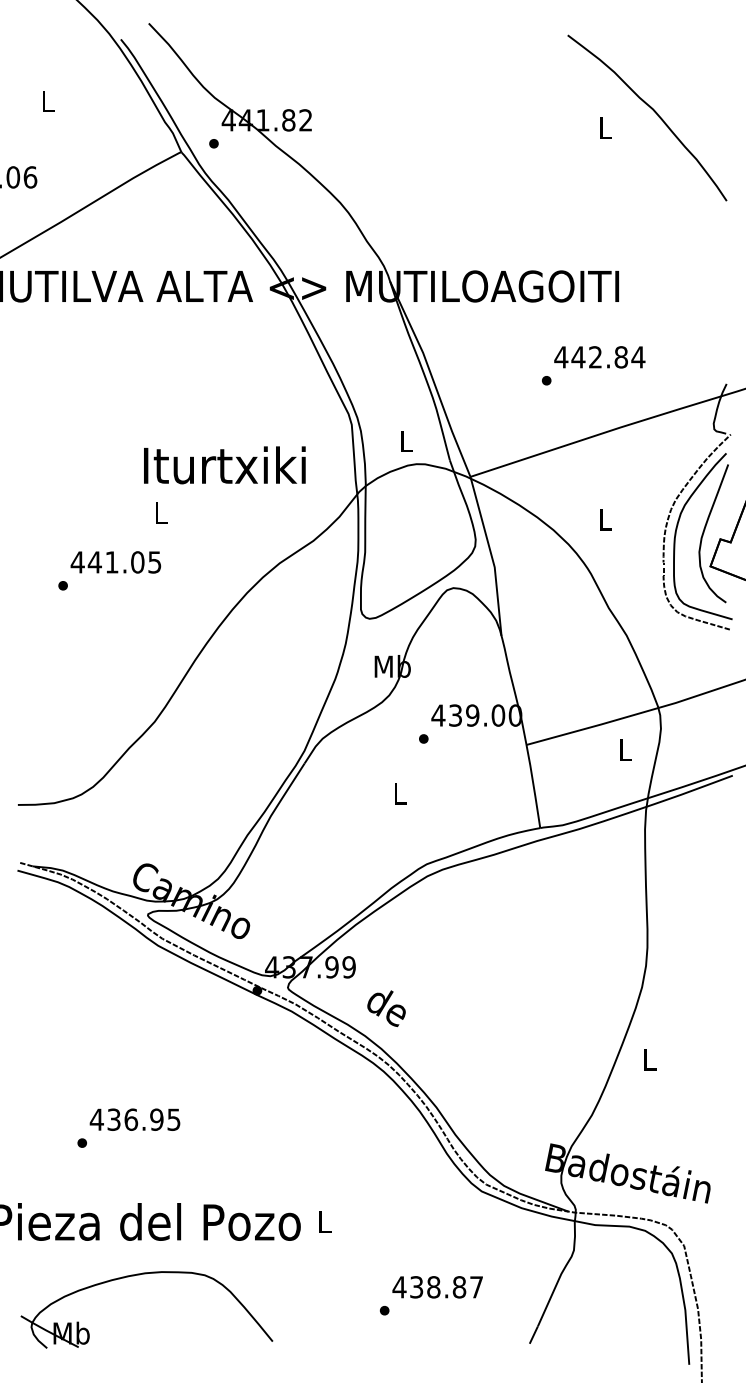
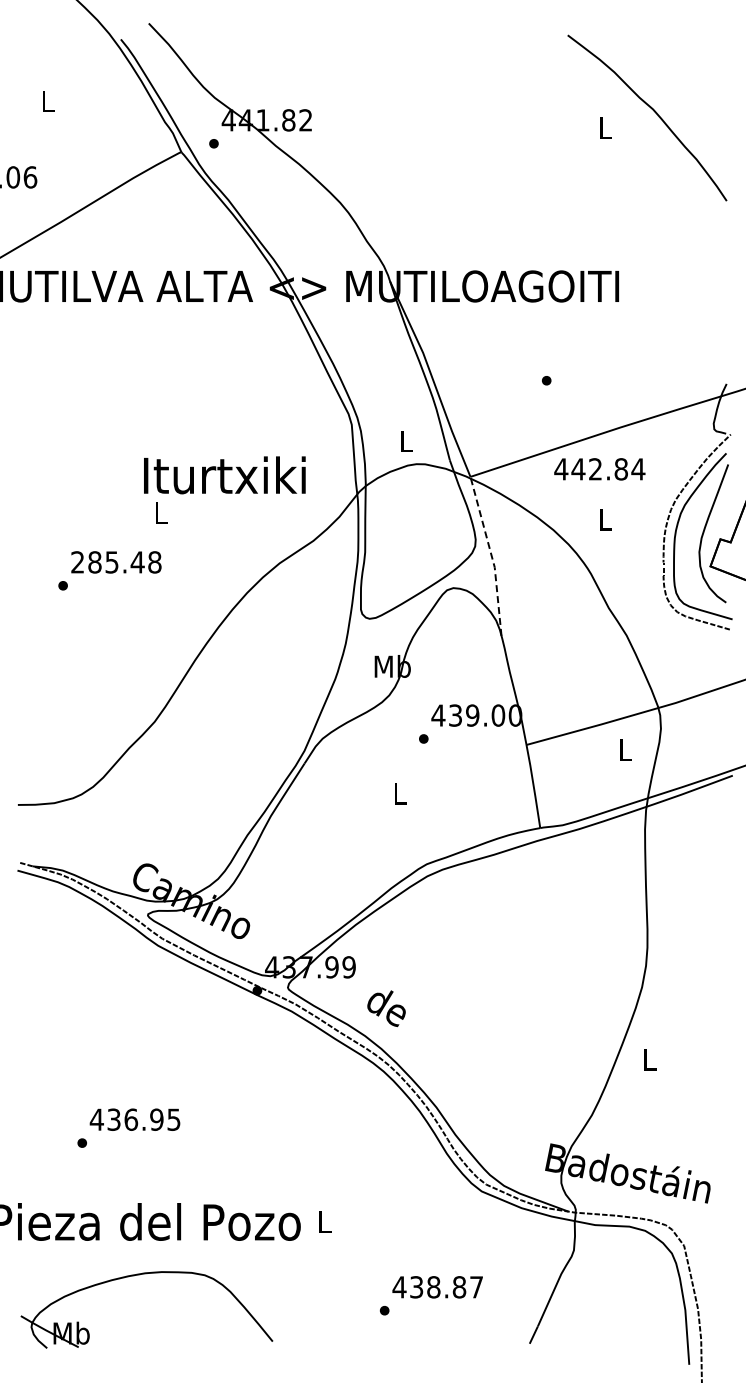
text at (599, 357) position: (599, 357) -> (599, 469)
text at (224, 465) position: (224, 465) -> (224, 475)
line at (491, 555): solid -> dashed
text at (115, 562): 441.05 -> 285.48
